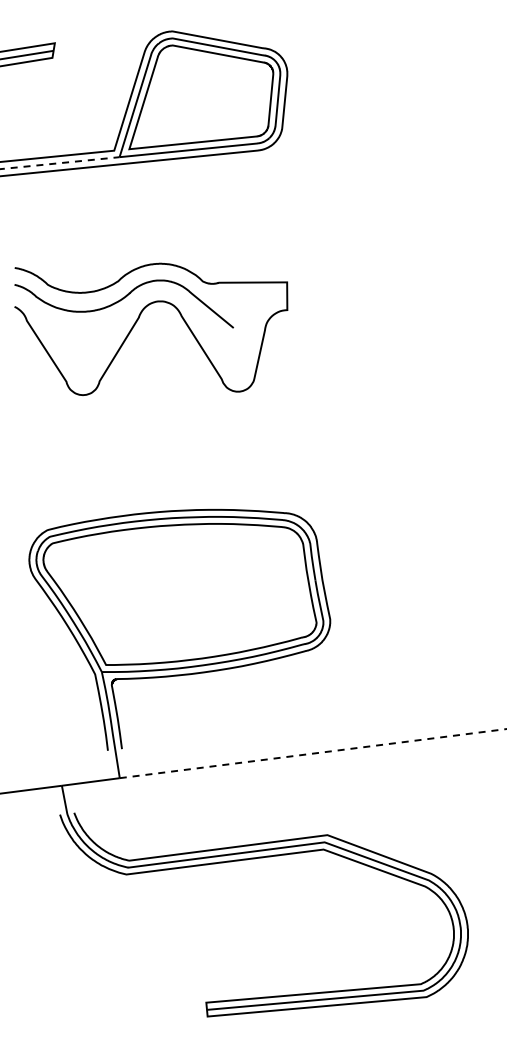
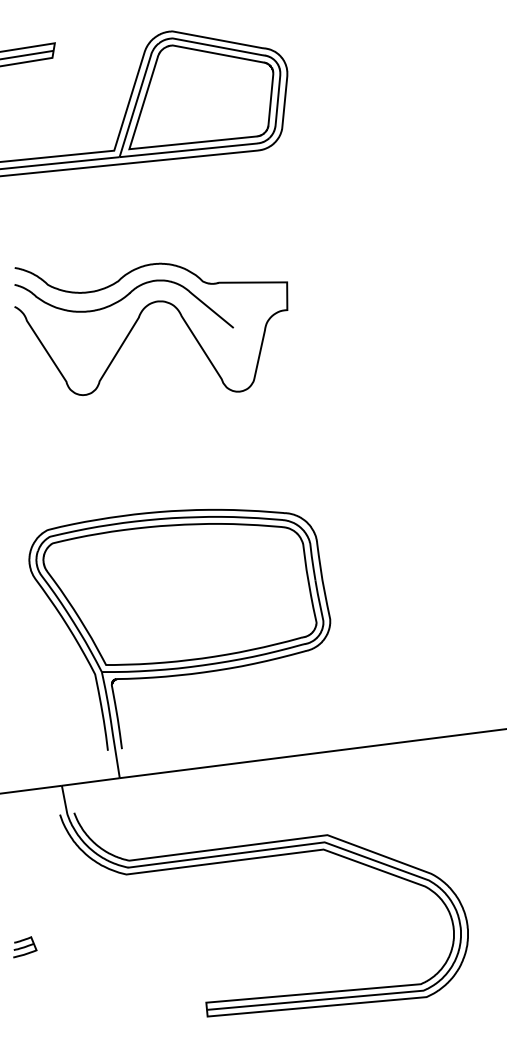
line at (60, 163): dashed -> solid
line at (313, 753): dashed -> solid
part at (25, 947): none -> present
